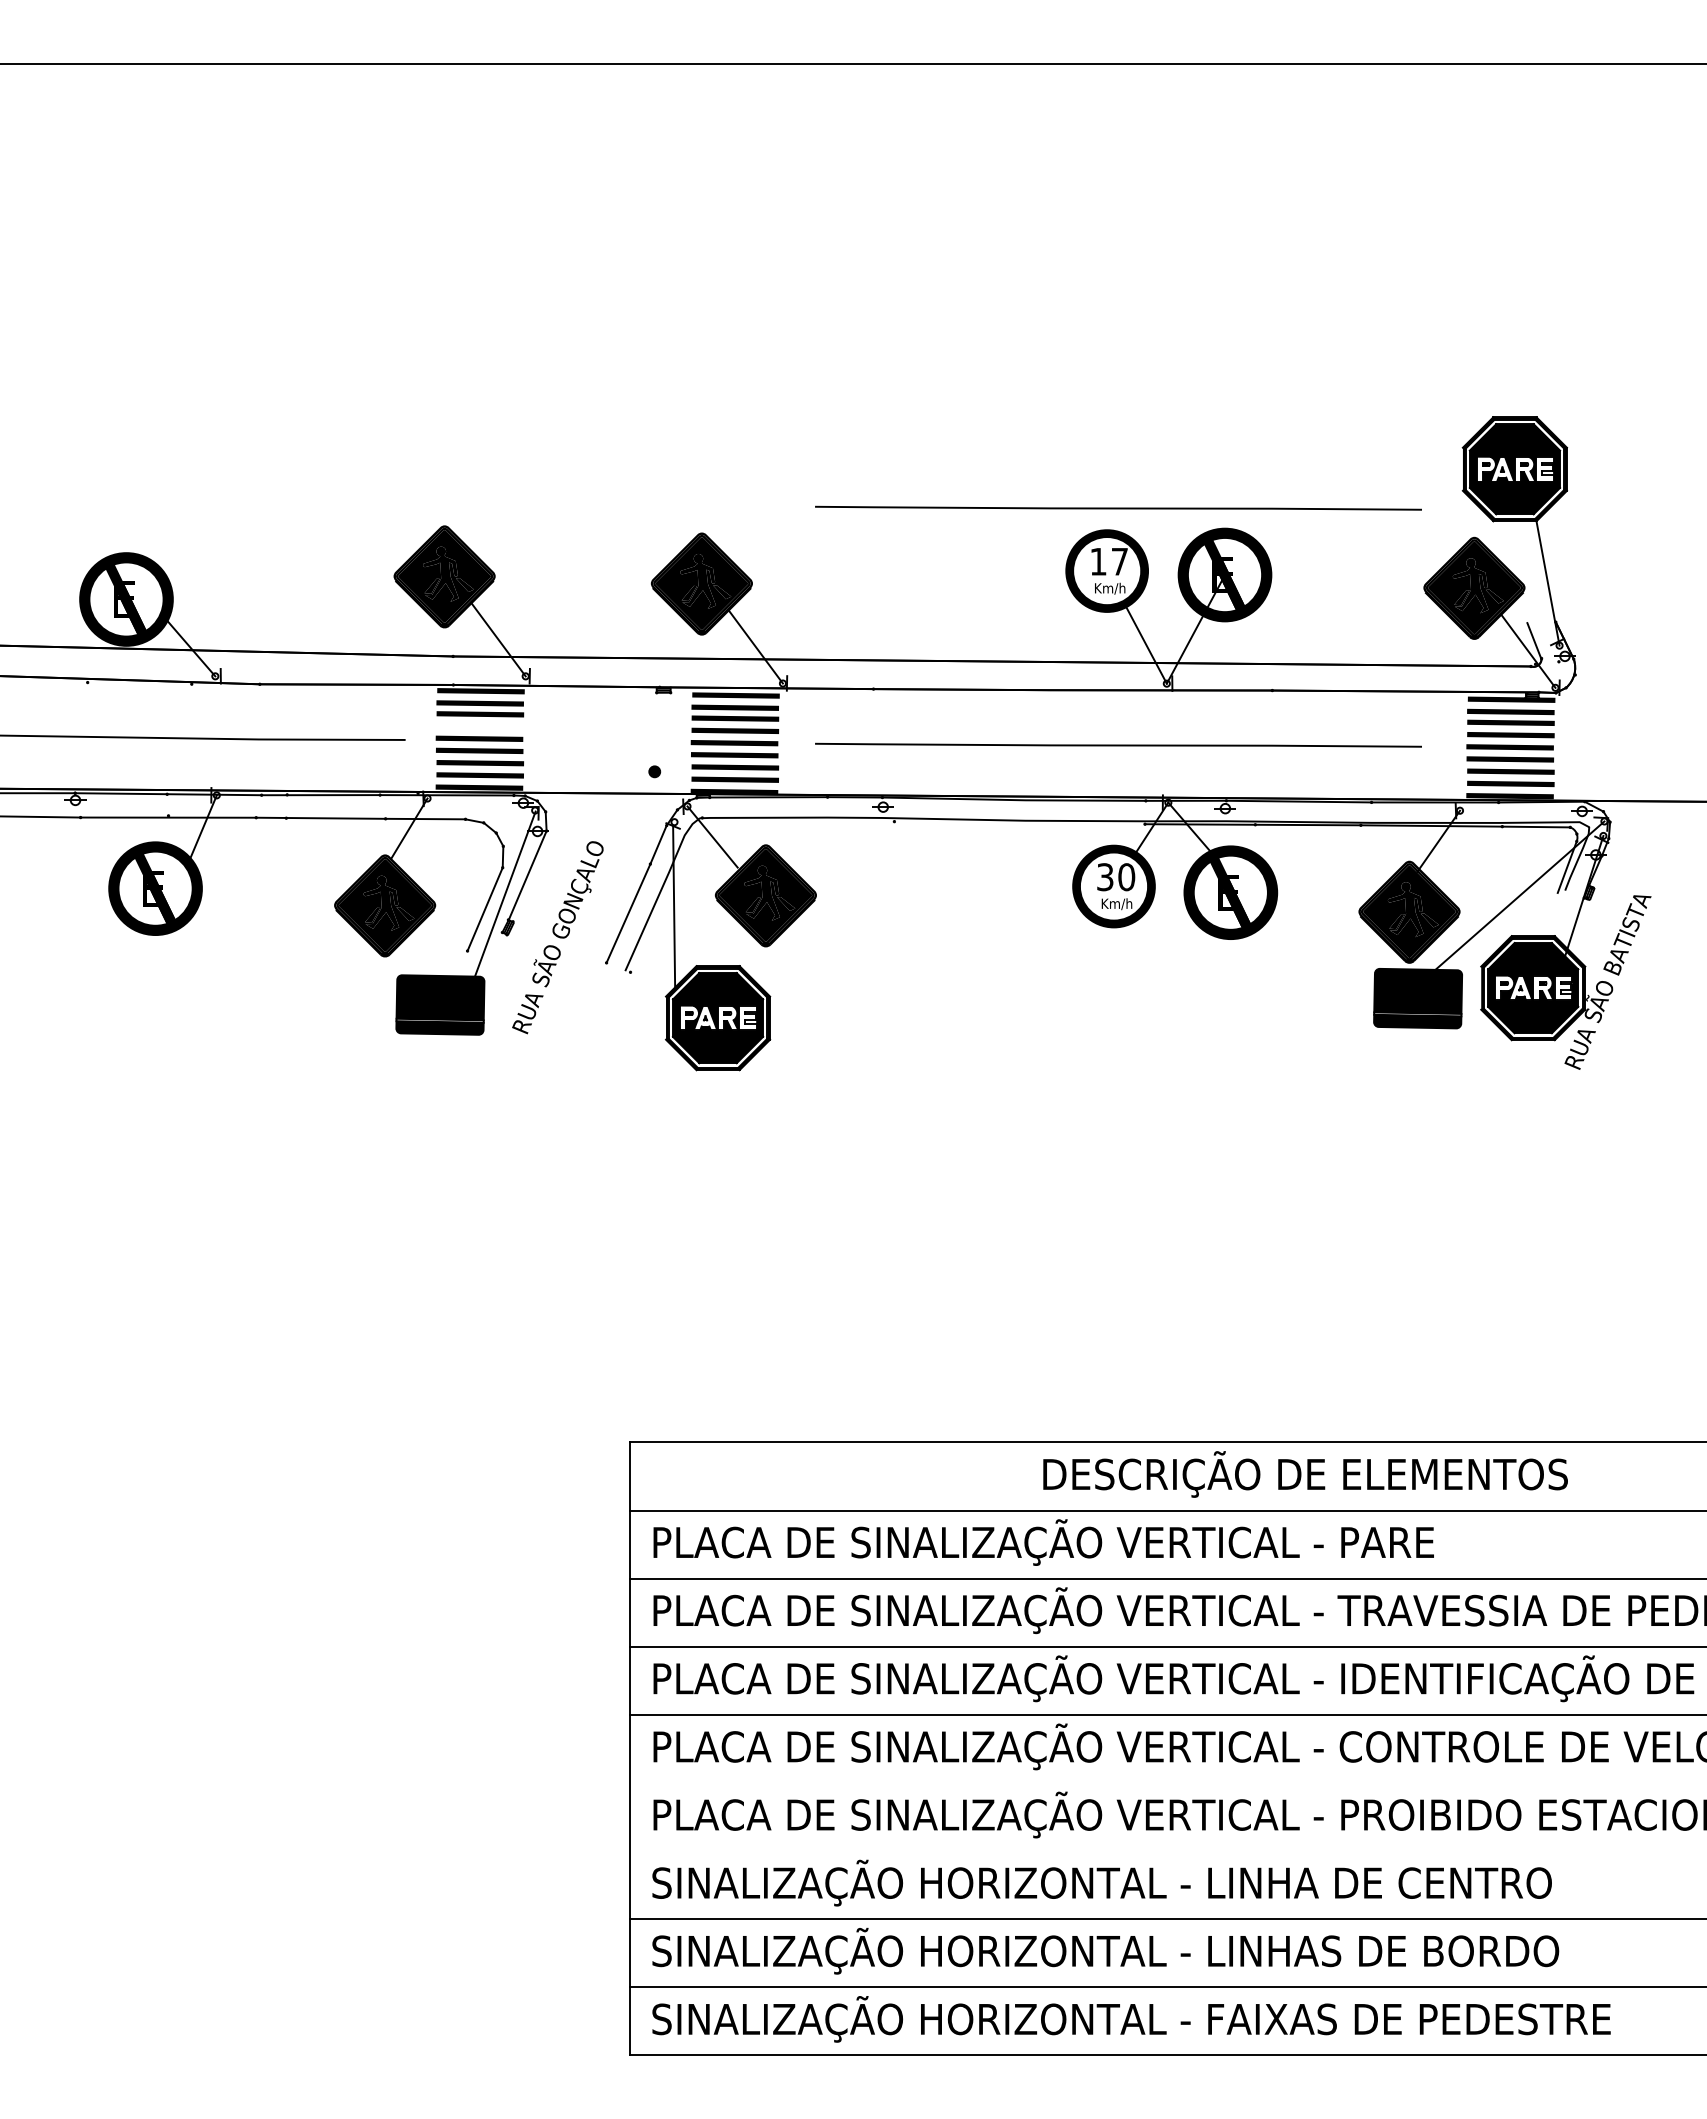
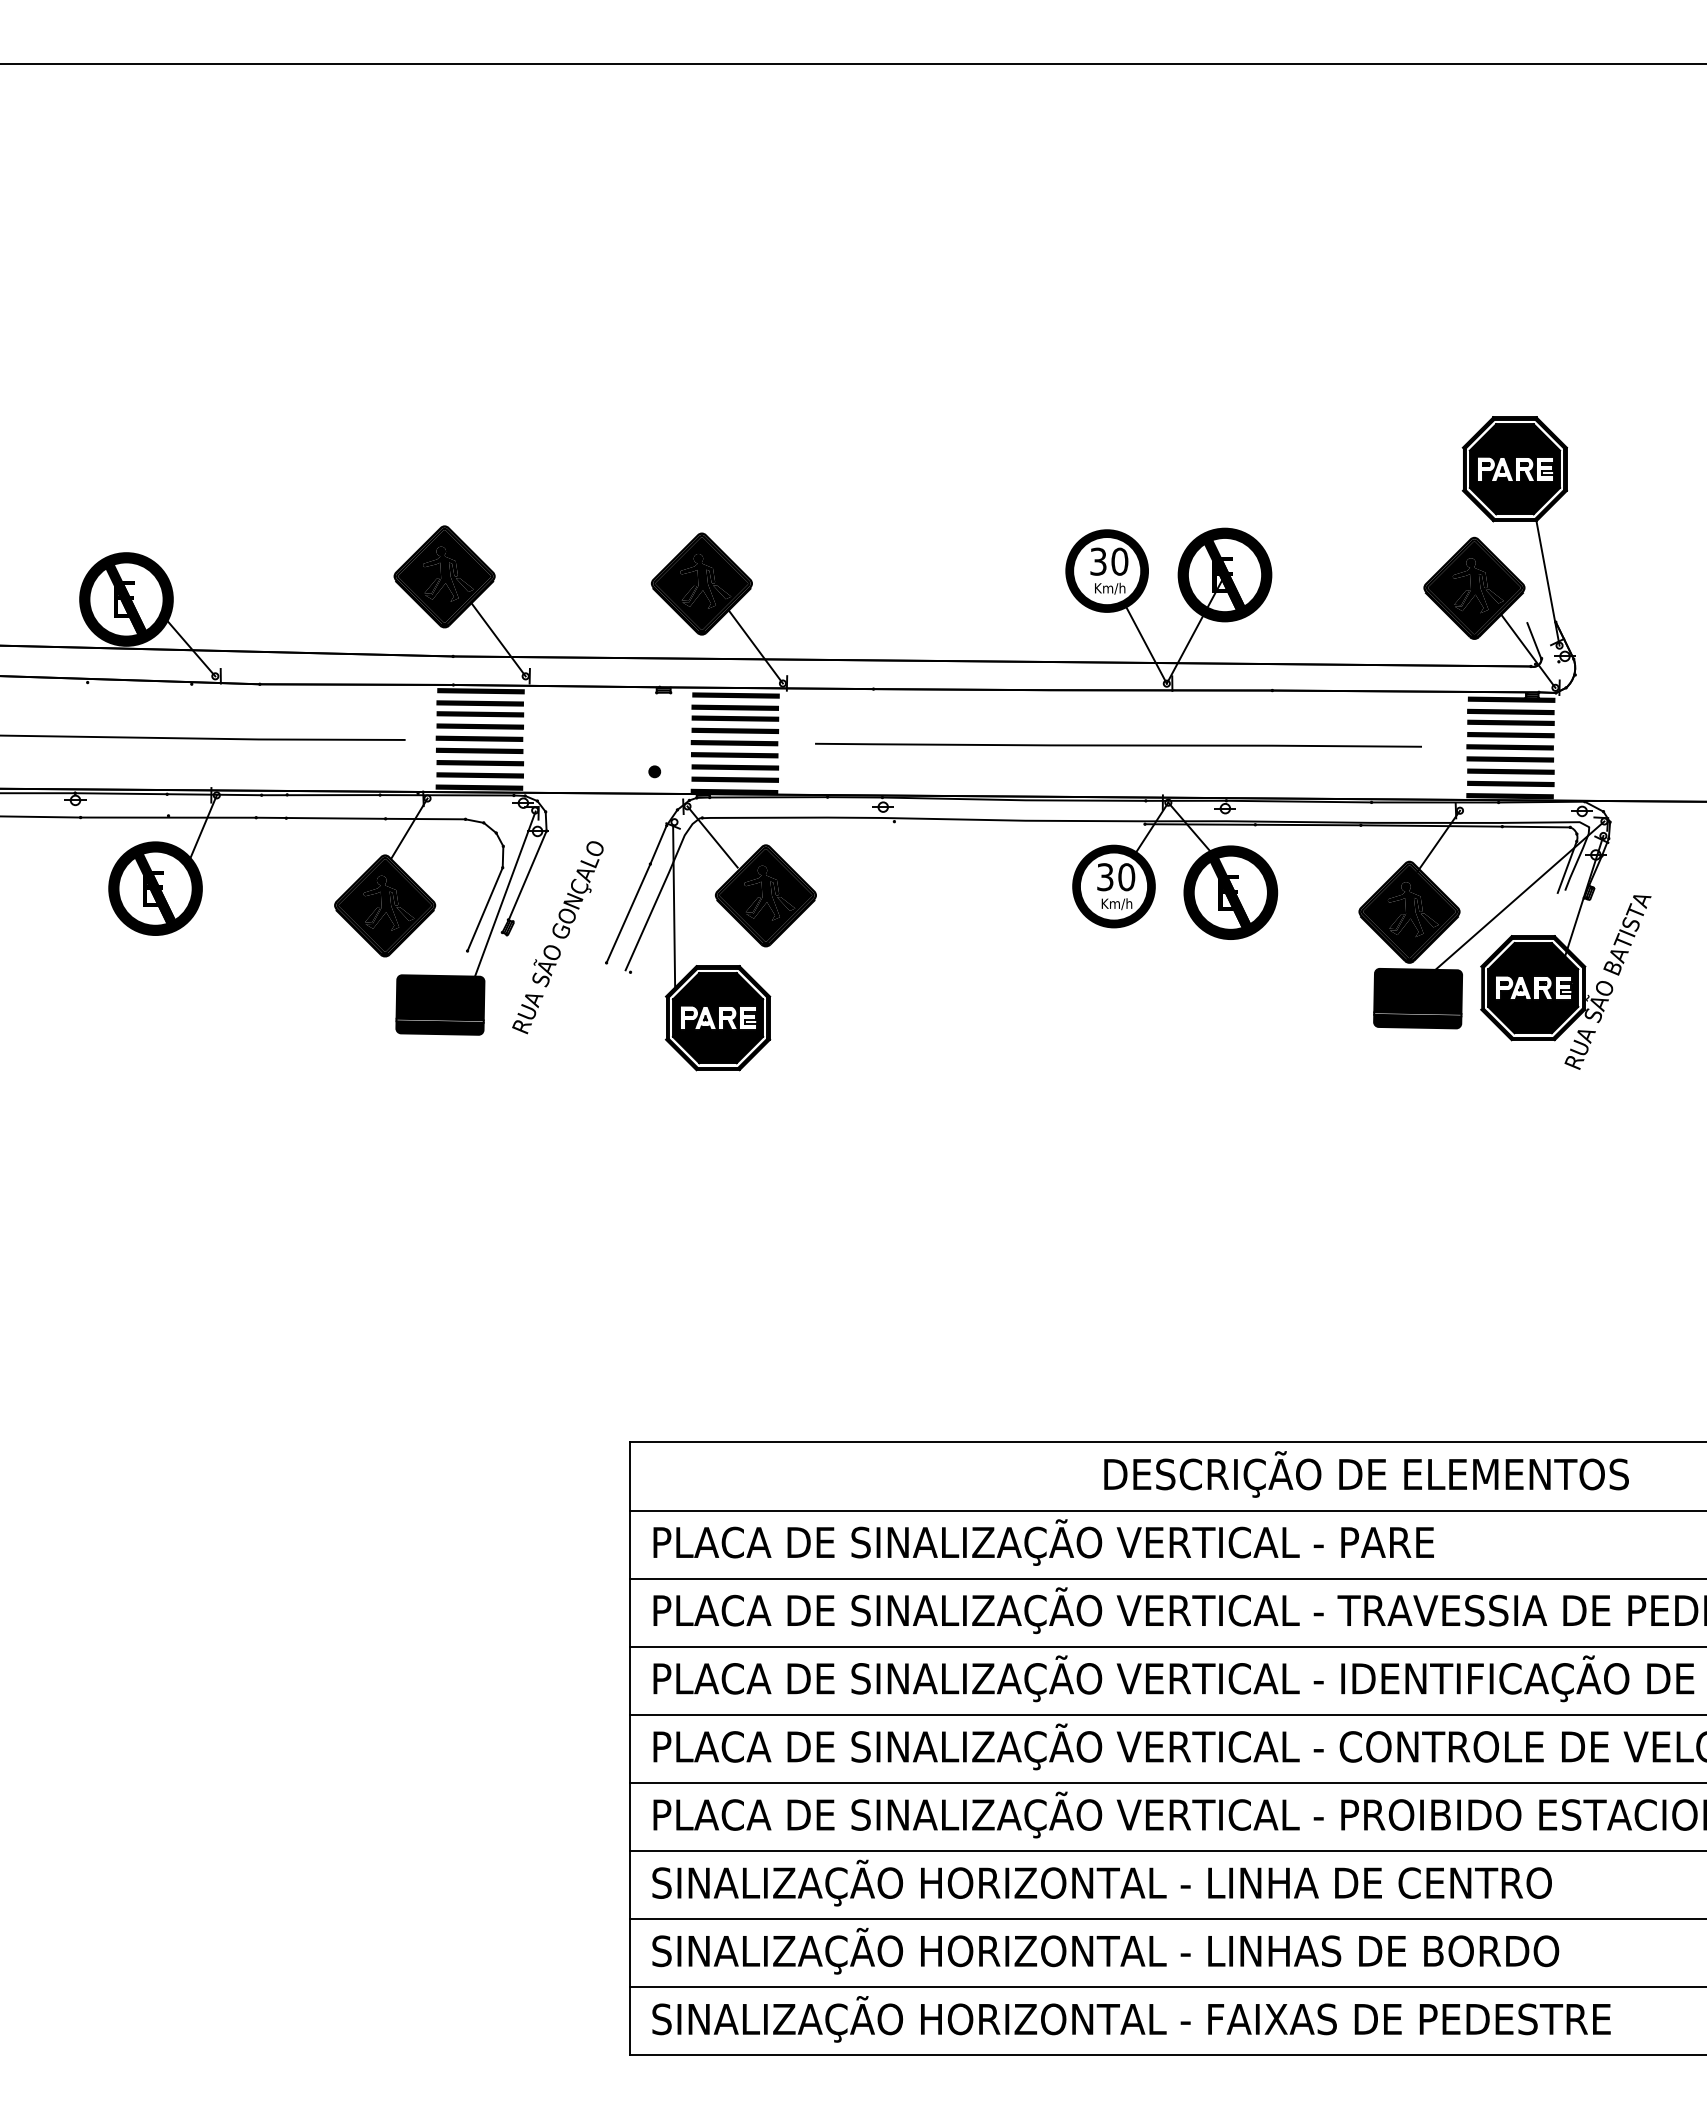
line at (1118, 507): present -> none
text at (1109, 561): 17 -> 30
fill at (480, 726): none -> present
text at (1305, 1474) position: (1305, 1474) -> (1366, 1474)
line at (1166, 1782): none -> present
line at (1166, 1851): none -> present
